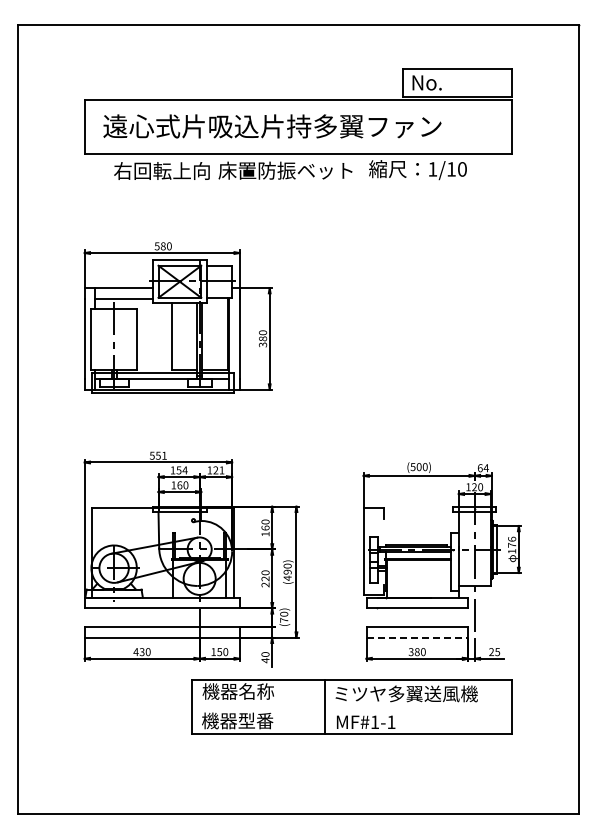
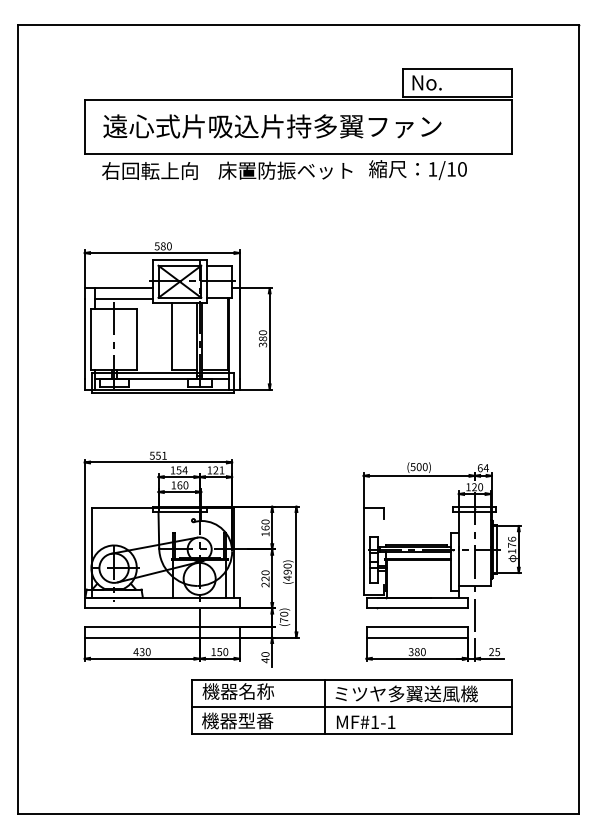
text at (161, 170) position: (161, 170) -> (149, 170)
line at (417, 637): dashed -> solid
line at (351, 706): none -> present
